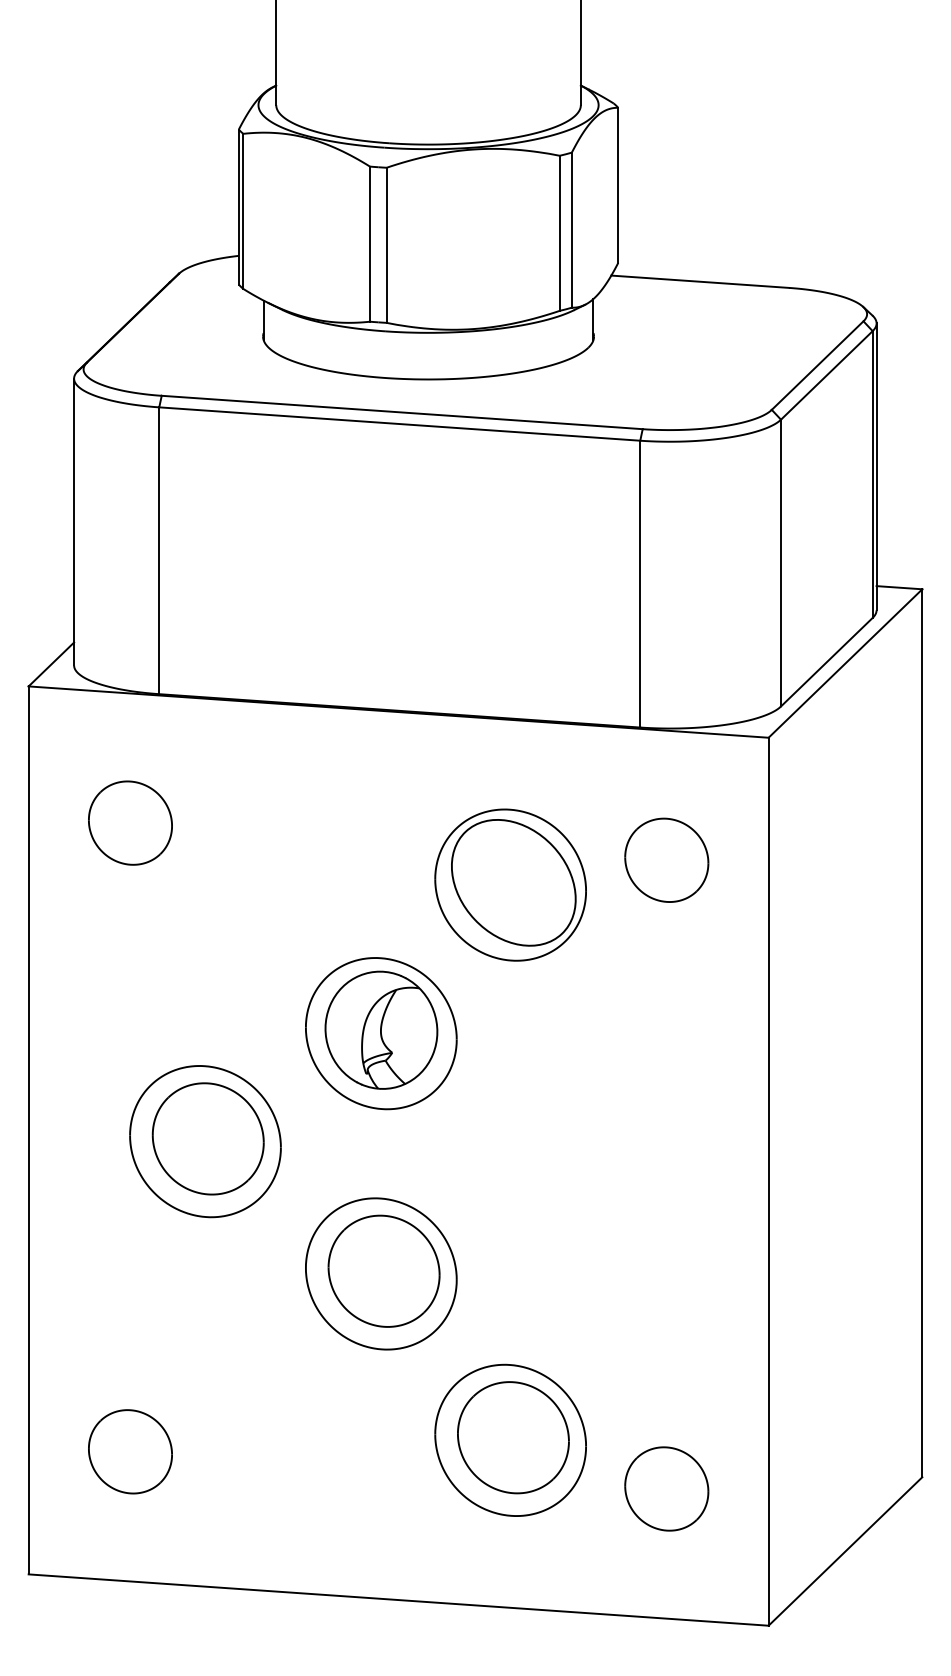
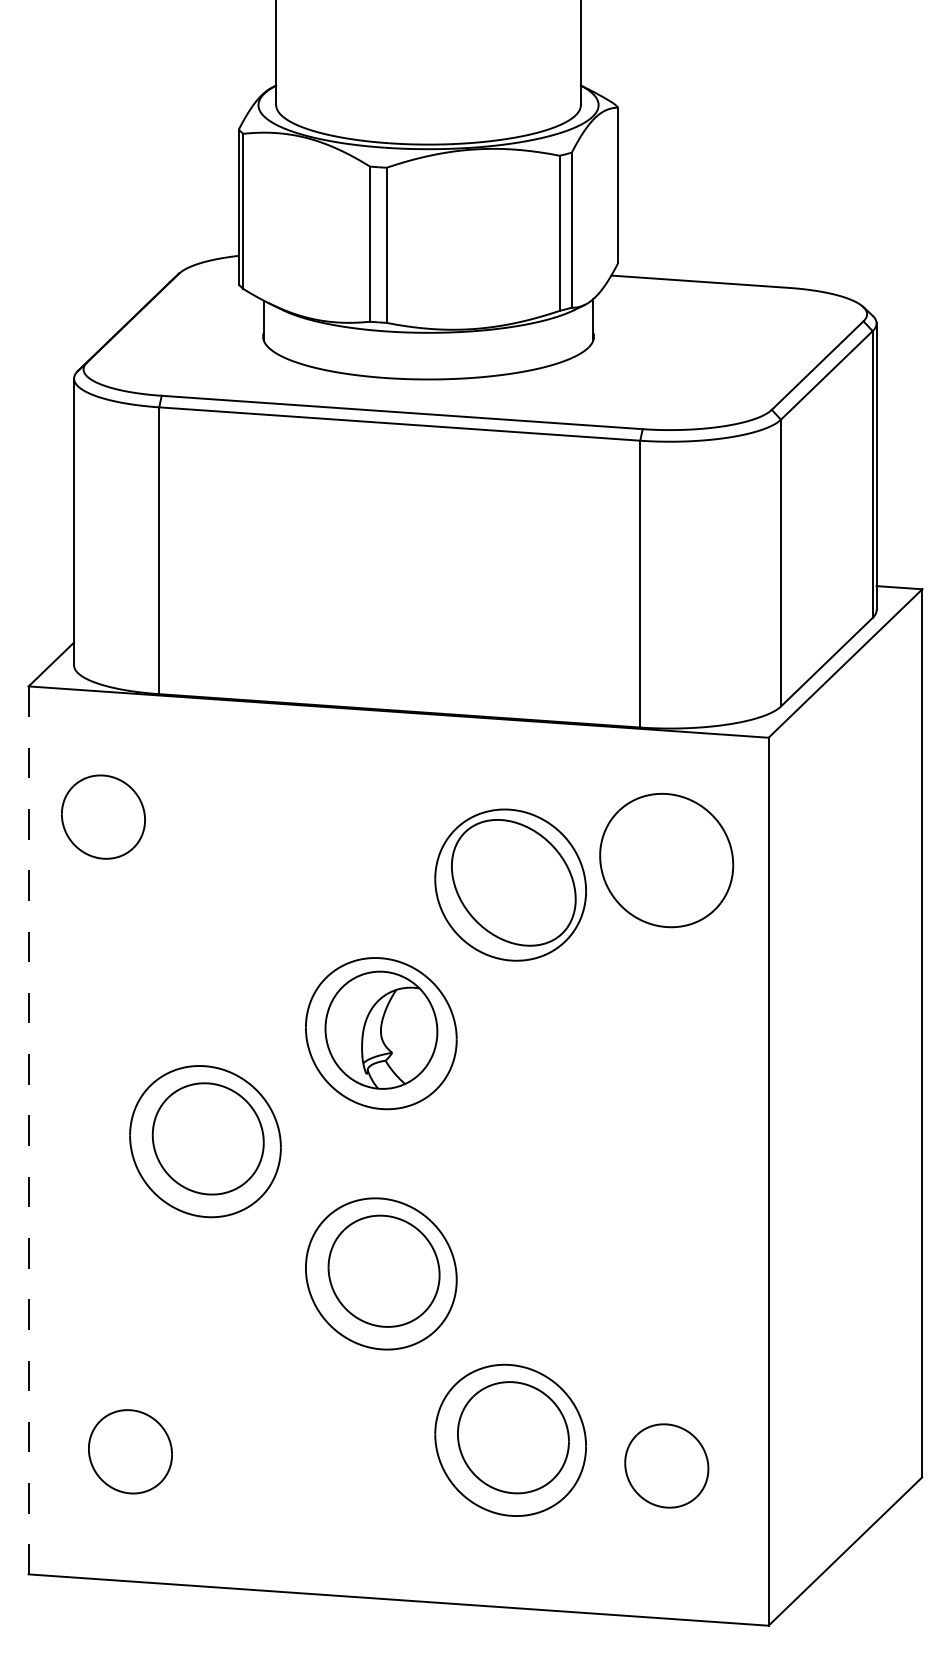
part at (130, 822) position: (130, 822) -> (103, 816)
part at (666, 859) size: 86x86 px -> 136x136 px
line at (28, 1130): solid -> dashed
part at (666, 1488) position: (666, 1488) -> (666, 1465)
